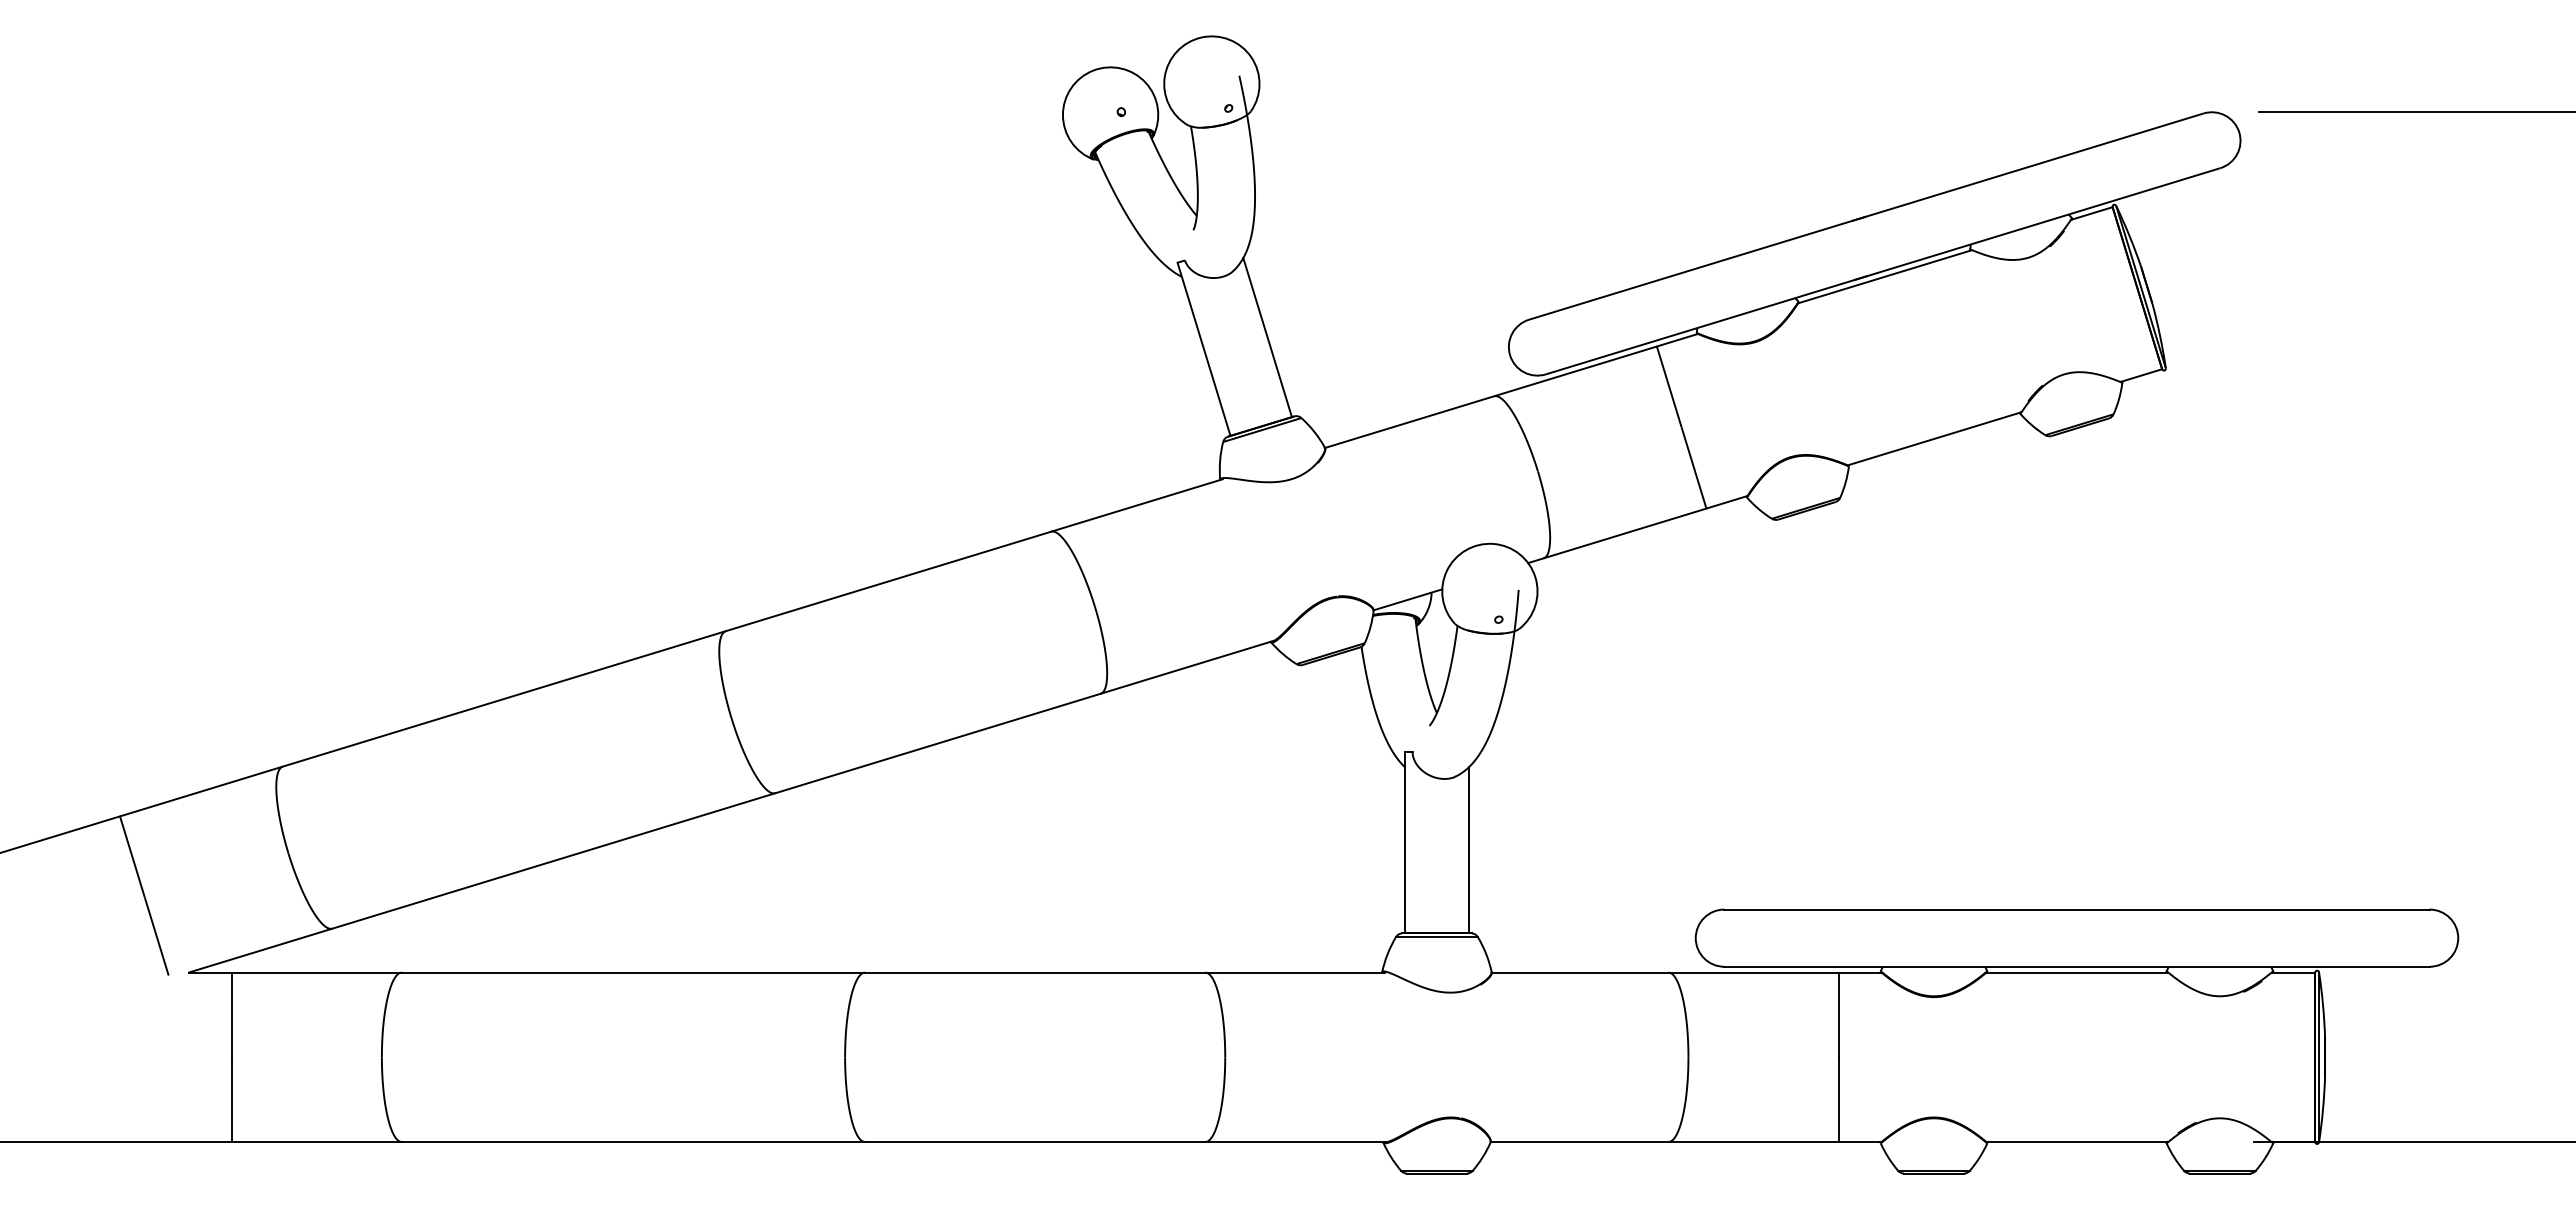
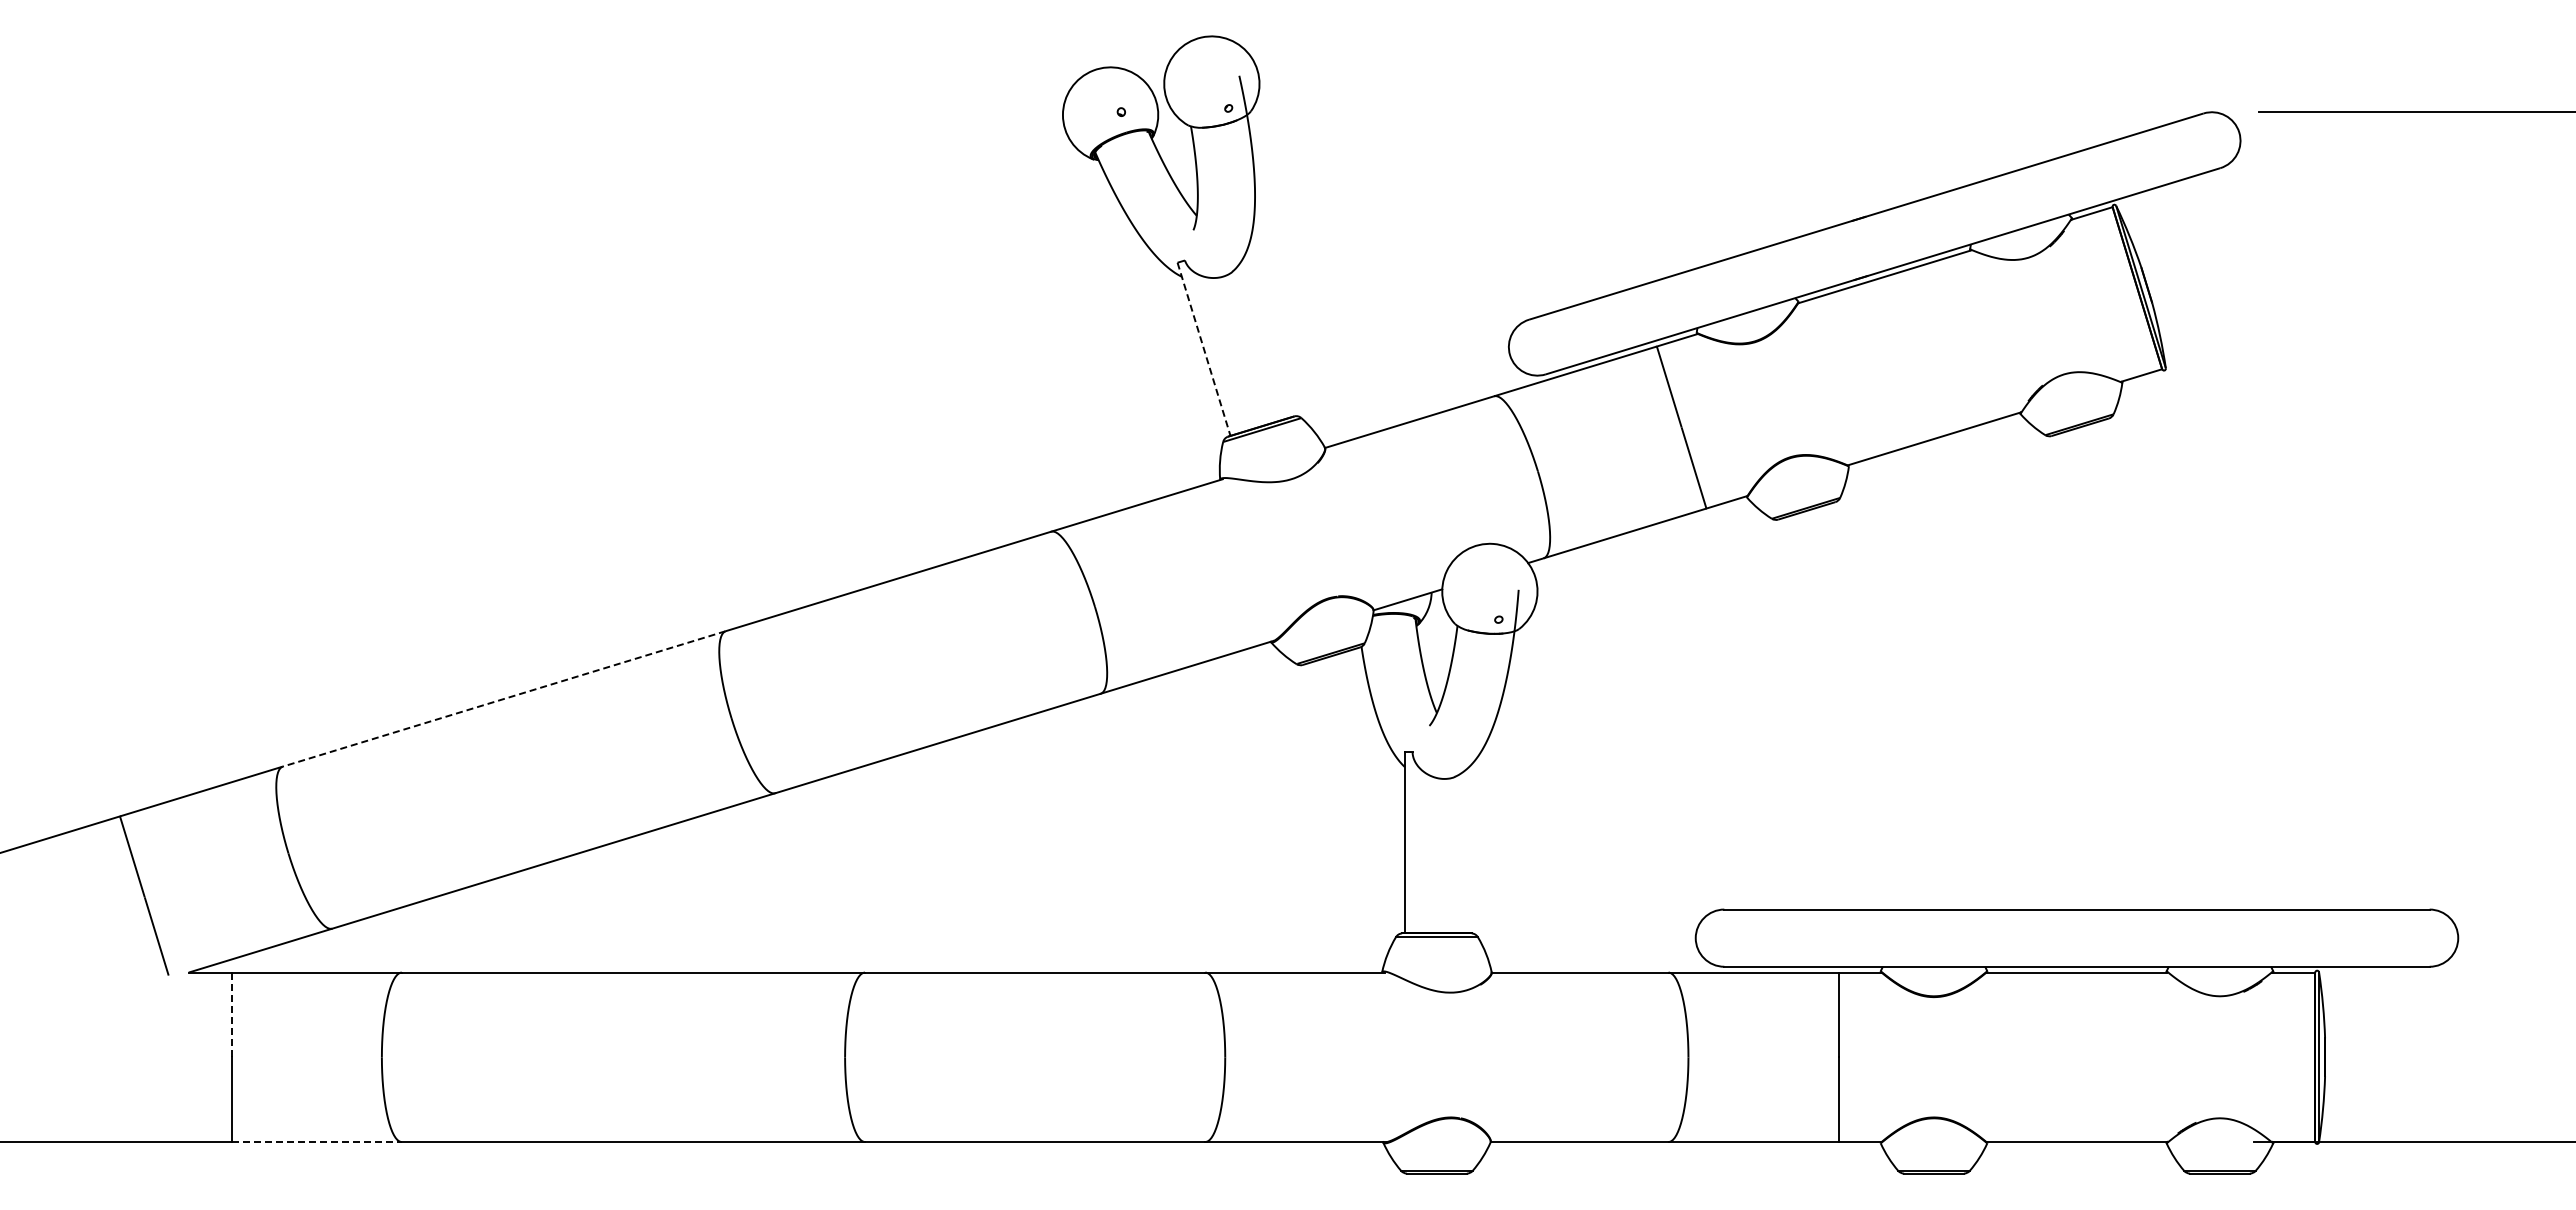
line at (1267, 337): present -> none
line at (1204, 349): solid -> dashed
line at (504, 698): solid -> dashed
line at (1469, 850): present -> none
line at (231, 1014): solid -> dashed
line at (317, 1142): solid -> dashed
